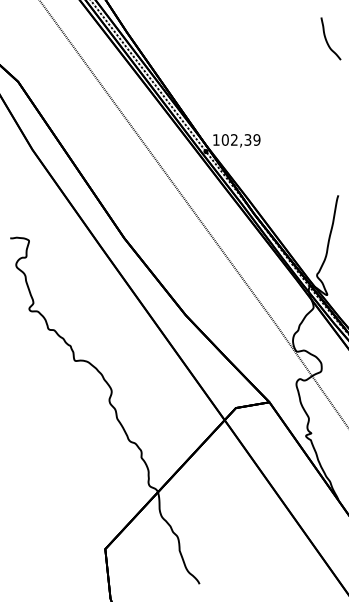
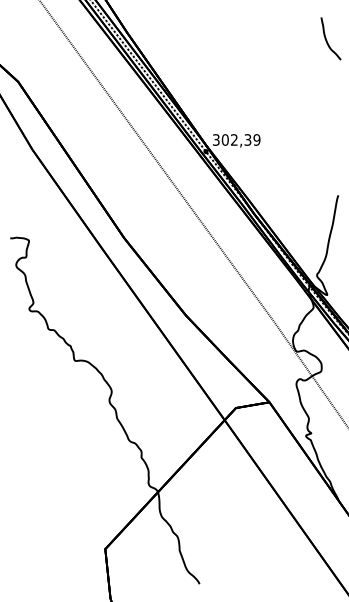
text at (215, 139): 102,39 -> 302,39
